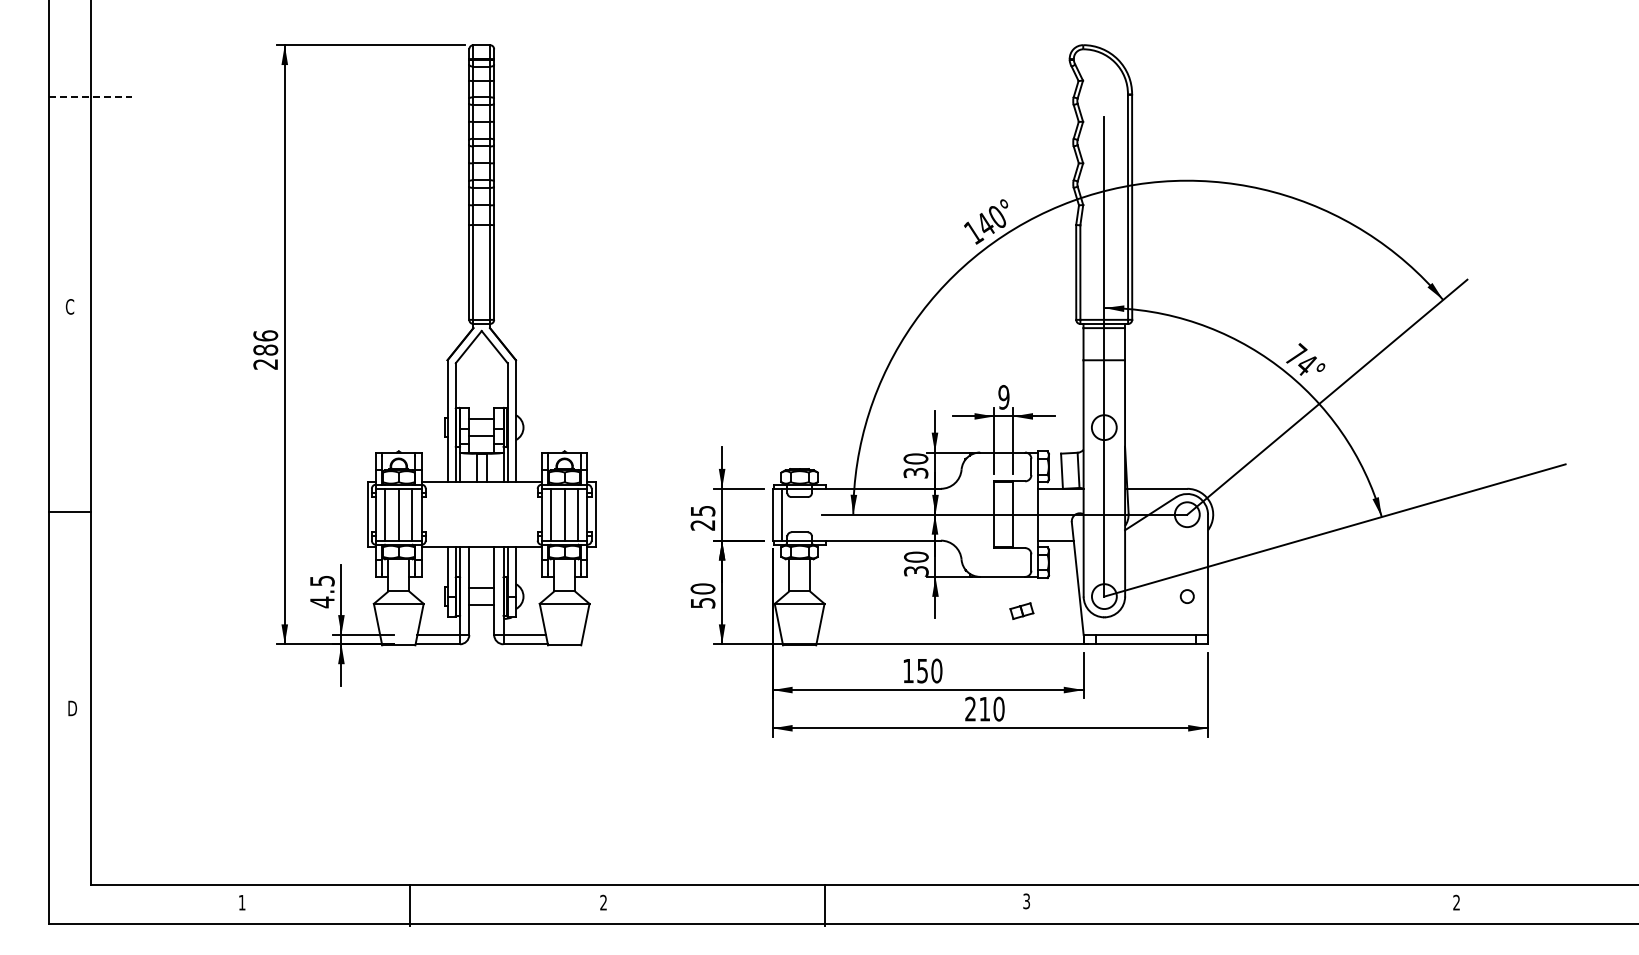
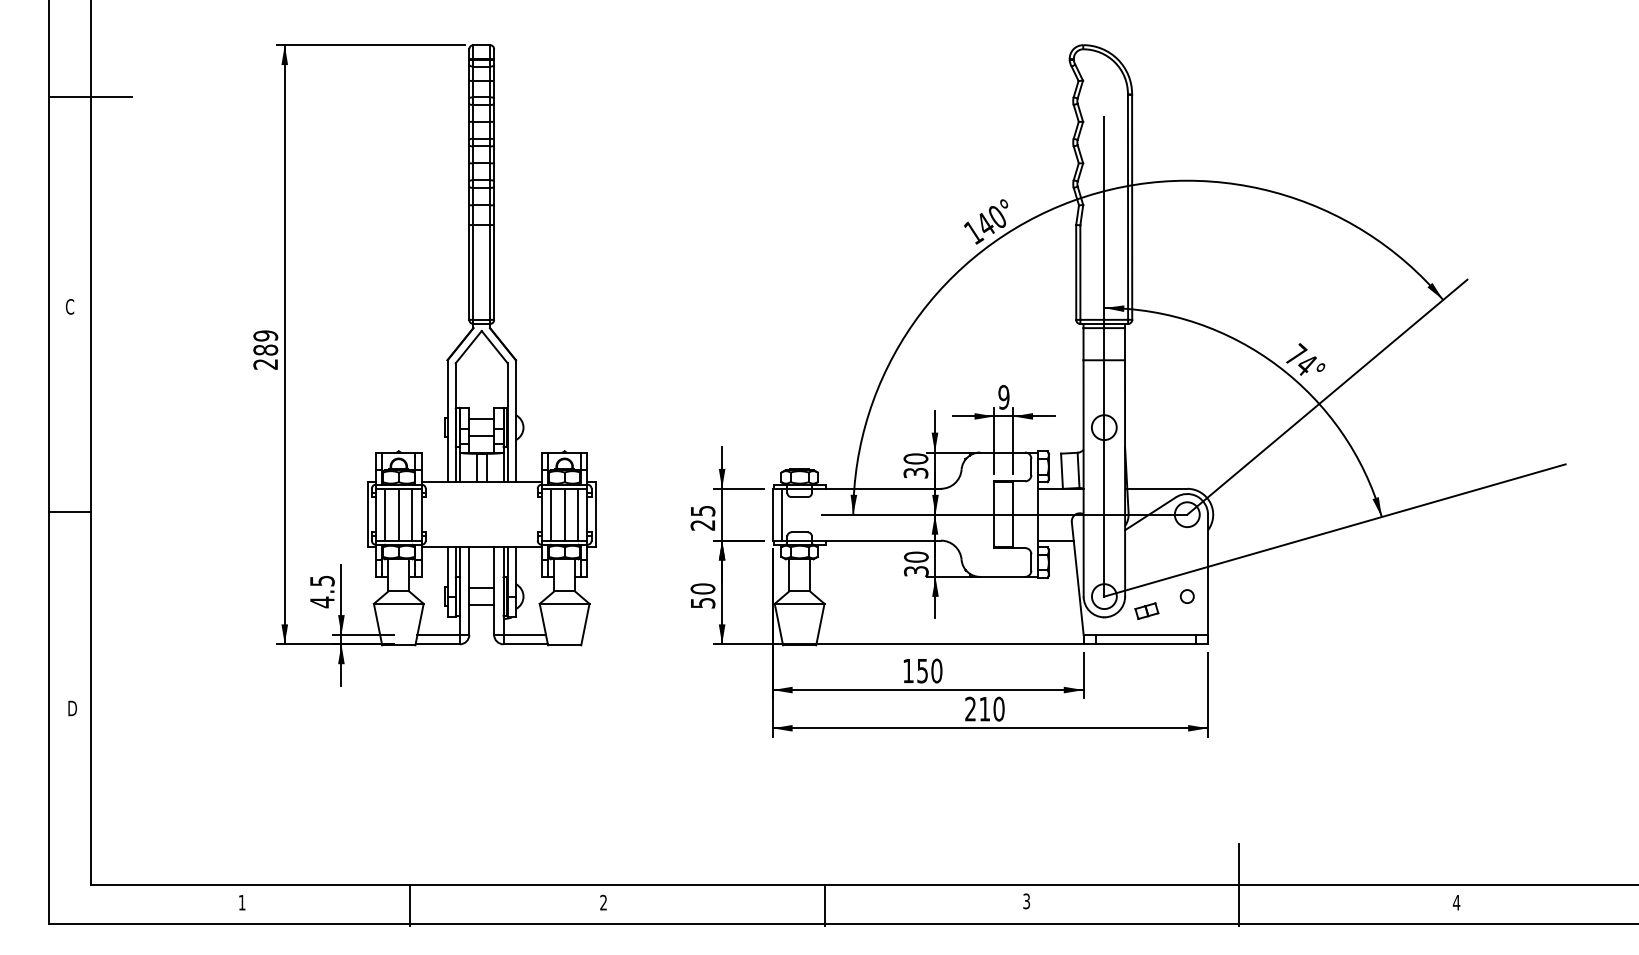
line at (91, 97): dashed -> solid
text at (265, 335): 286 -> 289
part at (1021, 610) position: (1021, 610) -> (1146, 610)
line at (1239, 884): none -> present
text at (1456, 902): 2 -> 4
